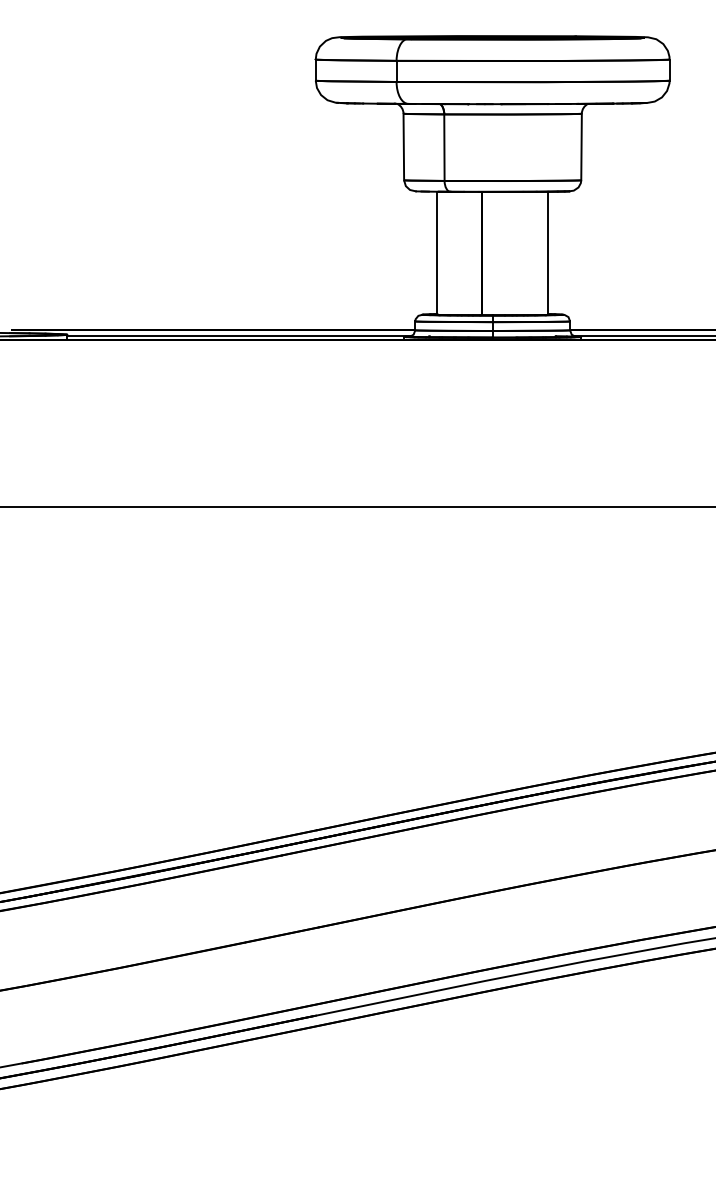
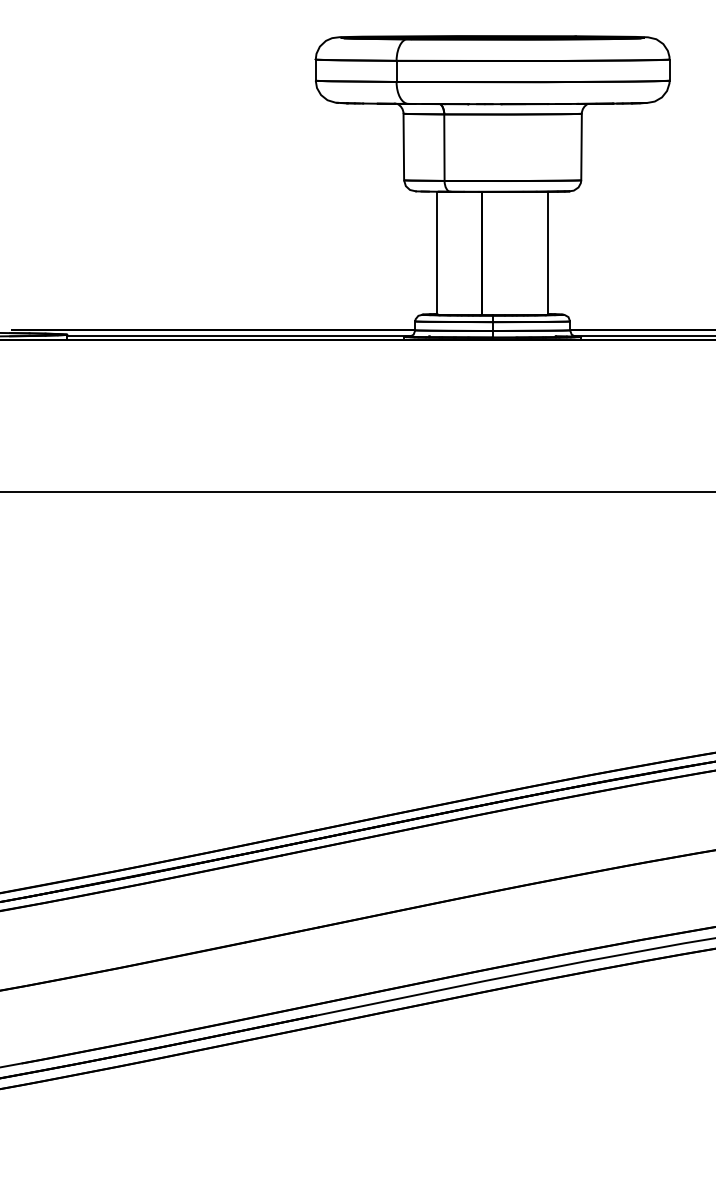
line at (357, 506) position: (357, 506) -> (357, 491)
